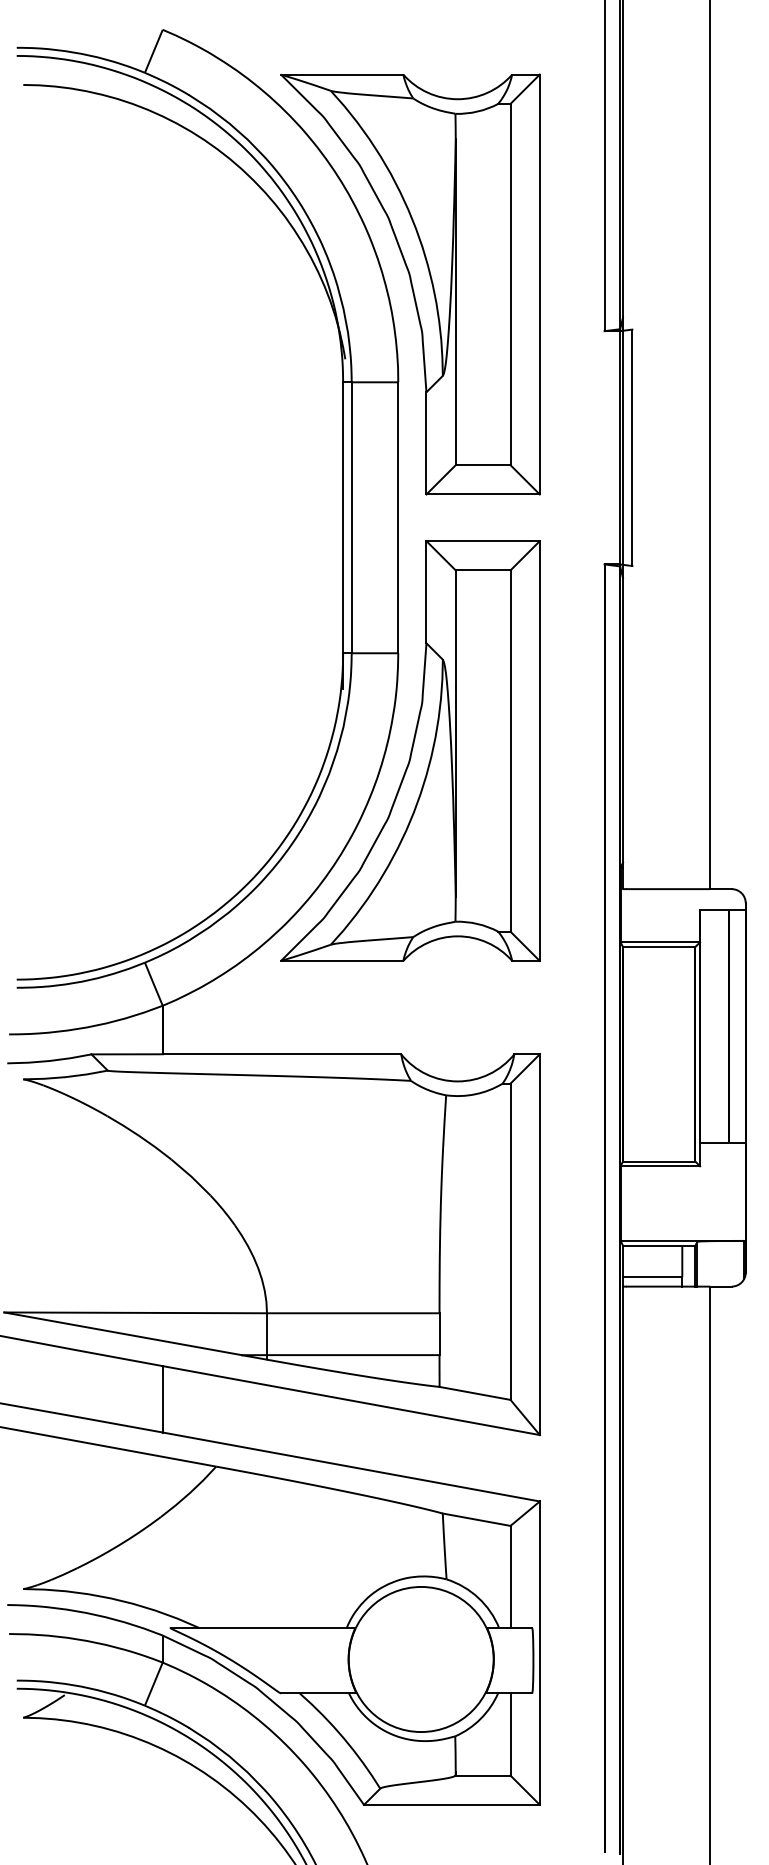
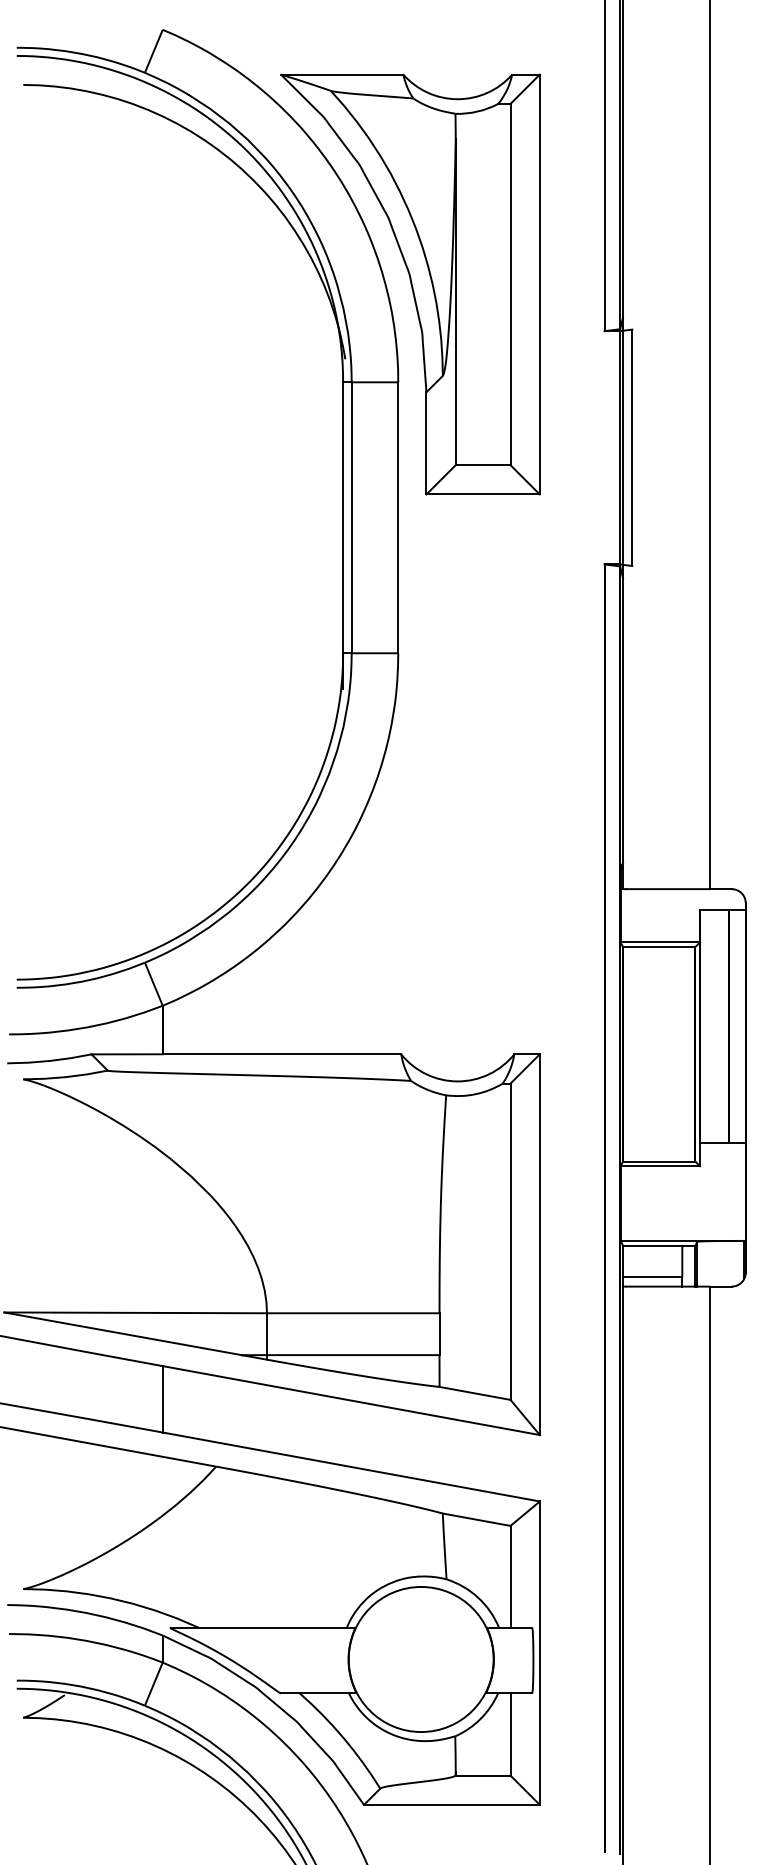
part at (410, 750): present -> none
